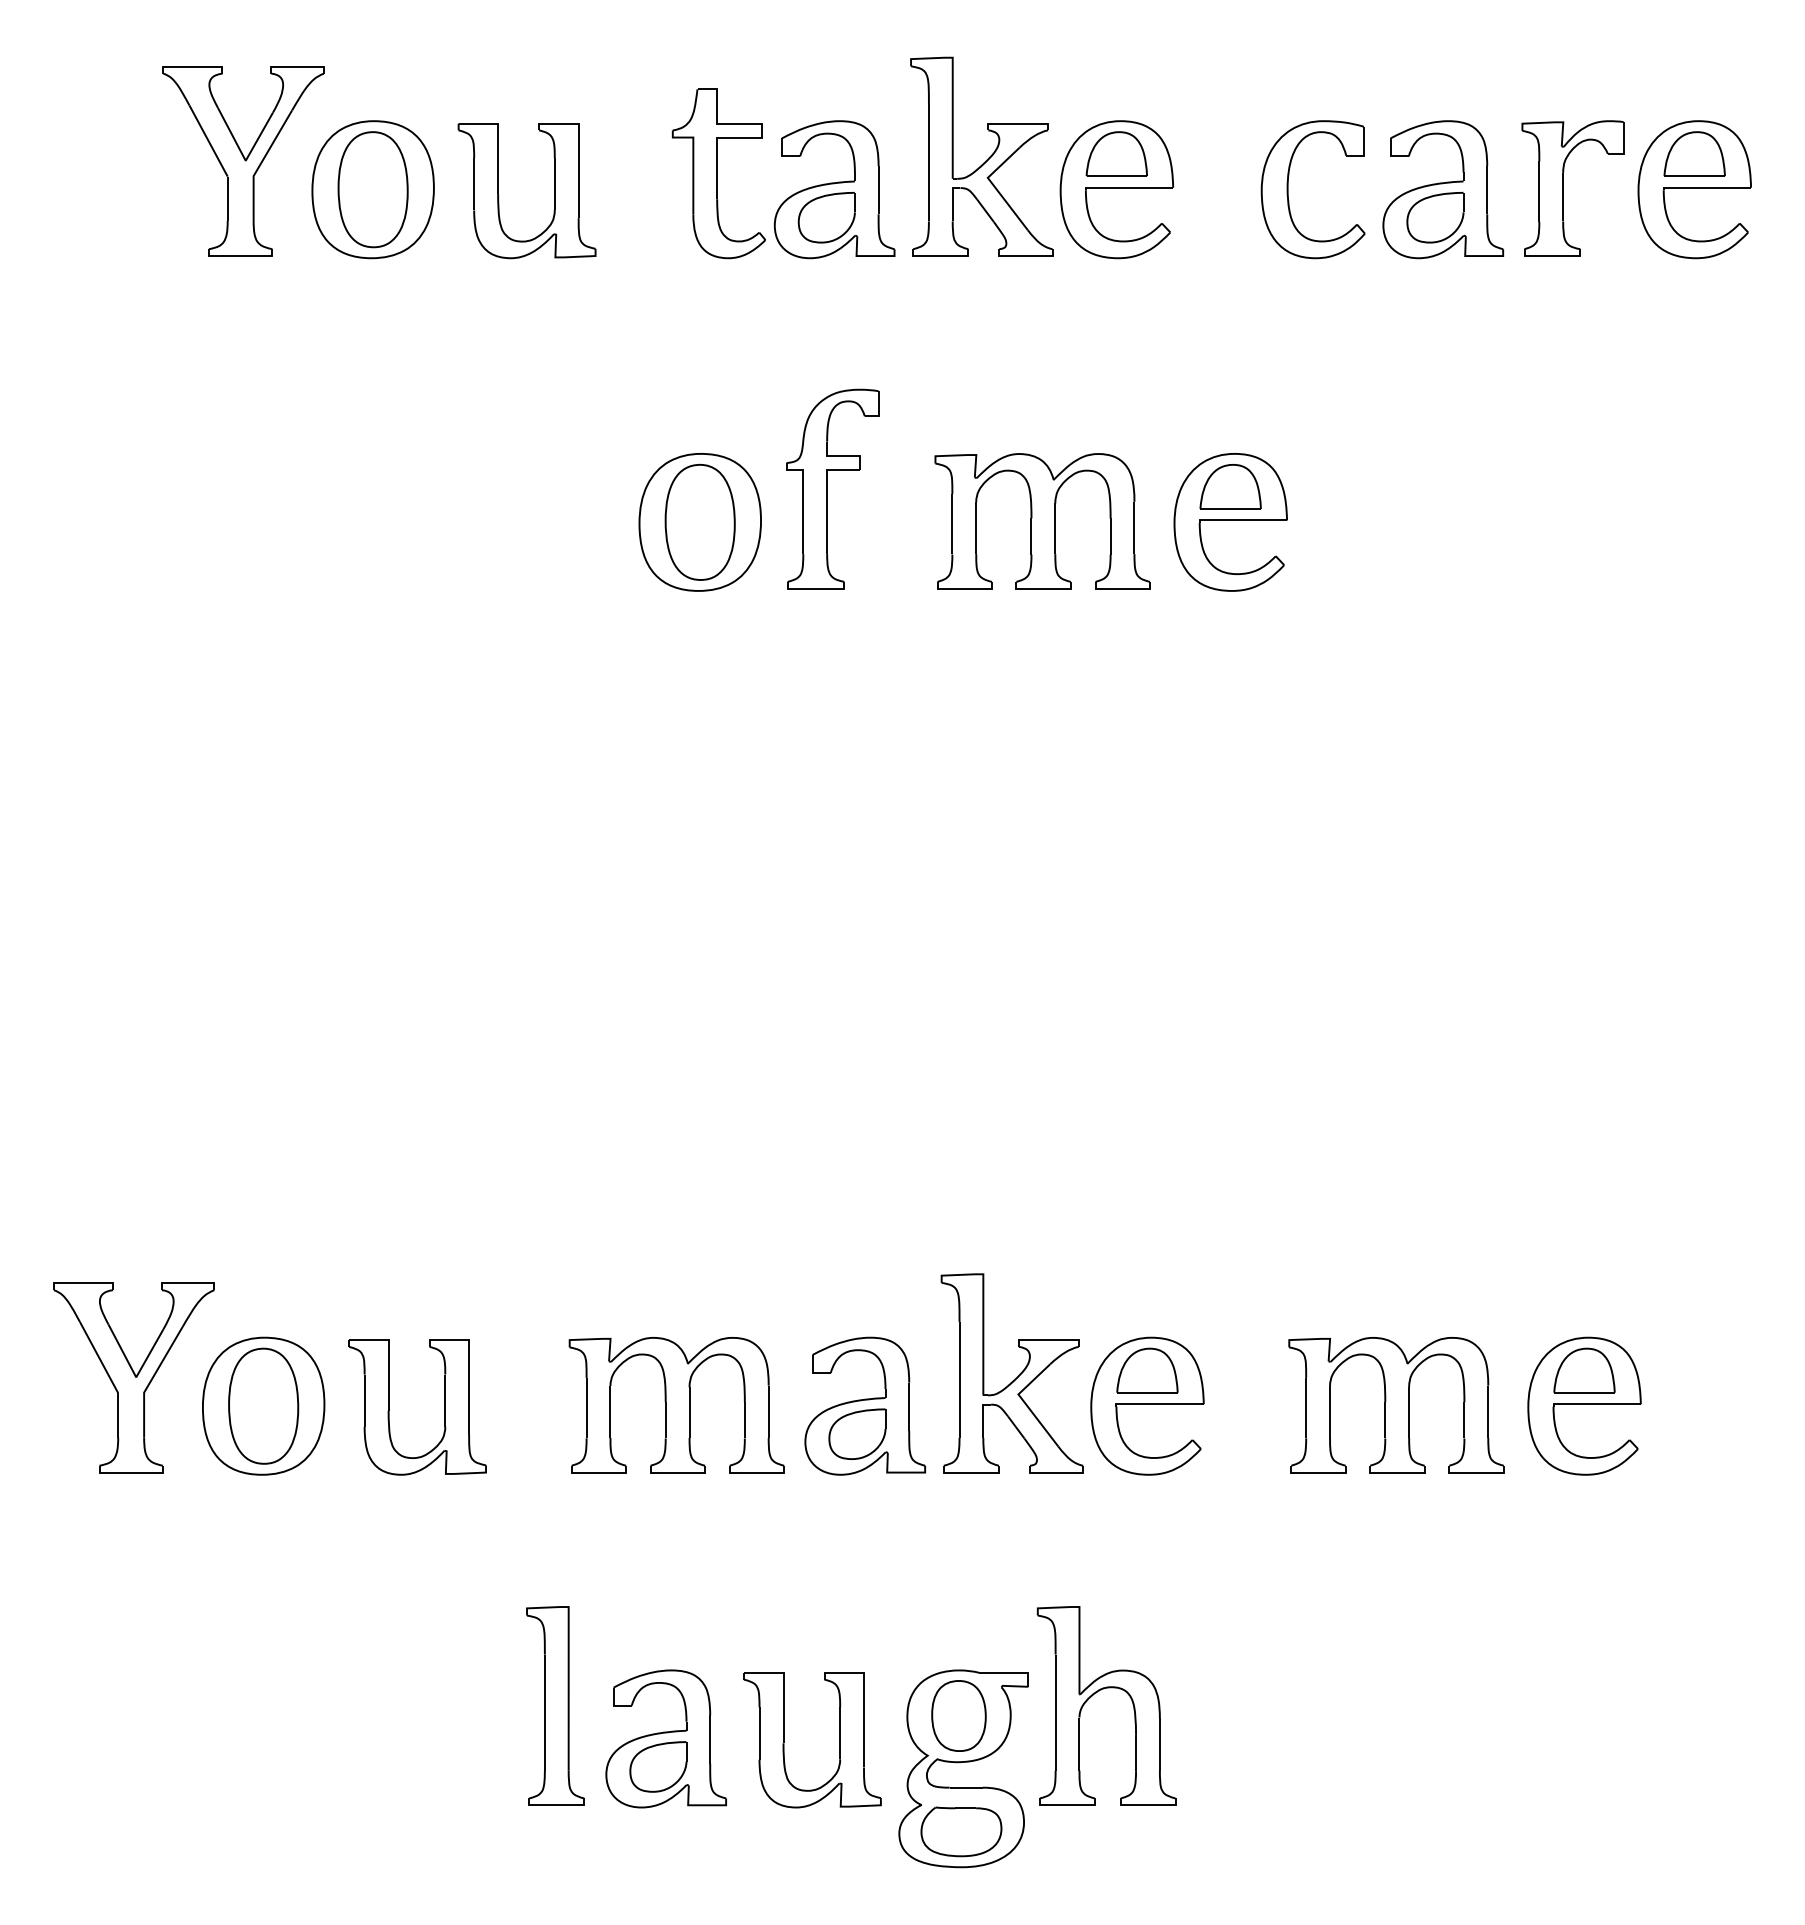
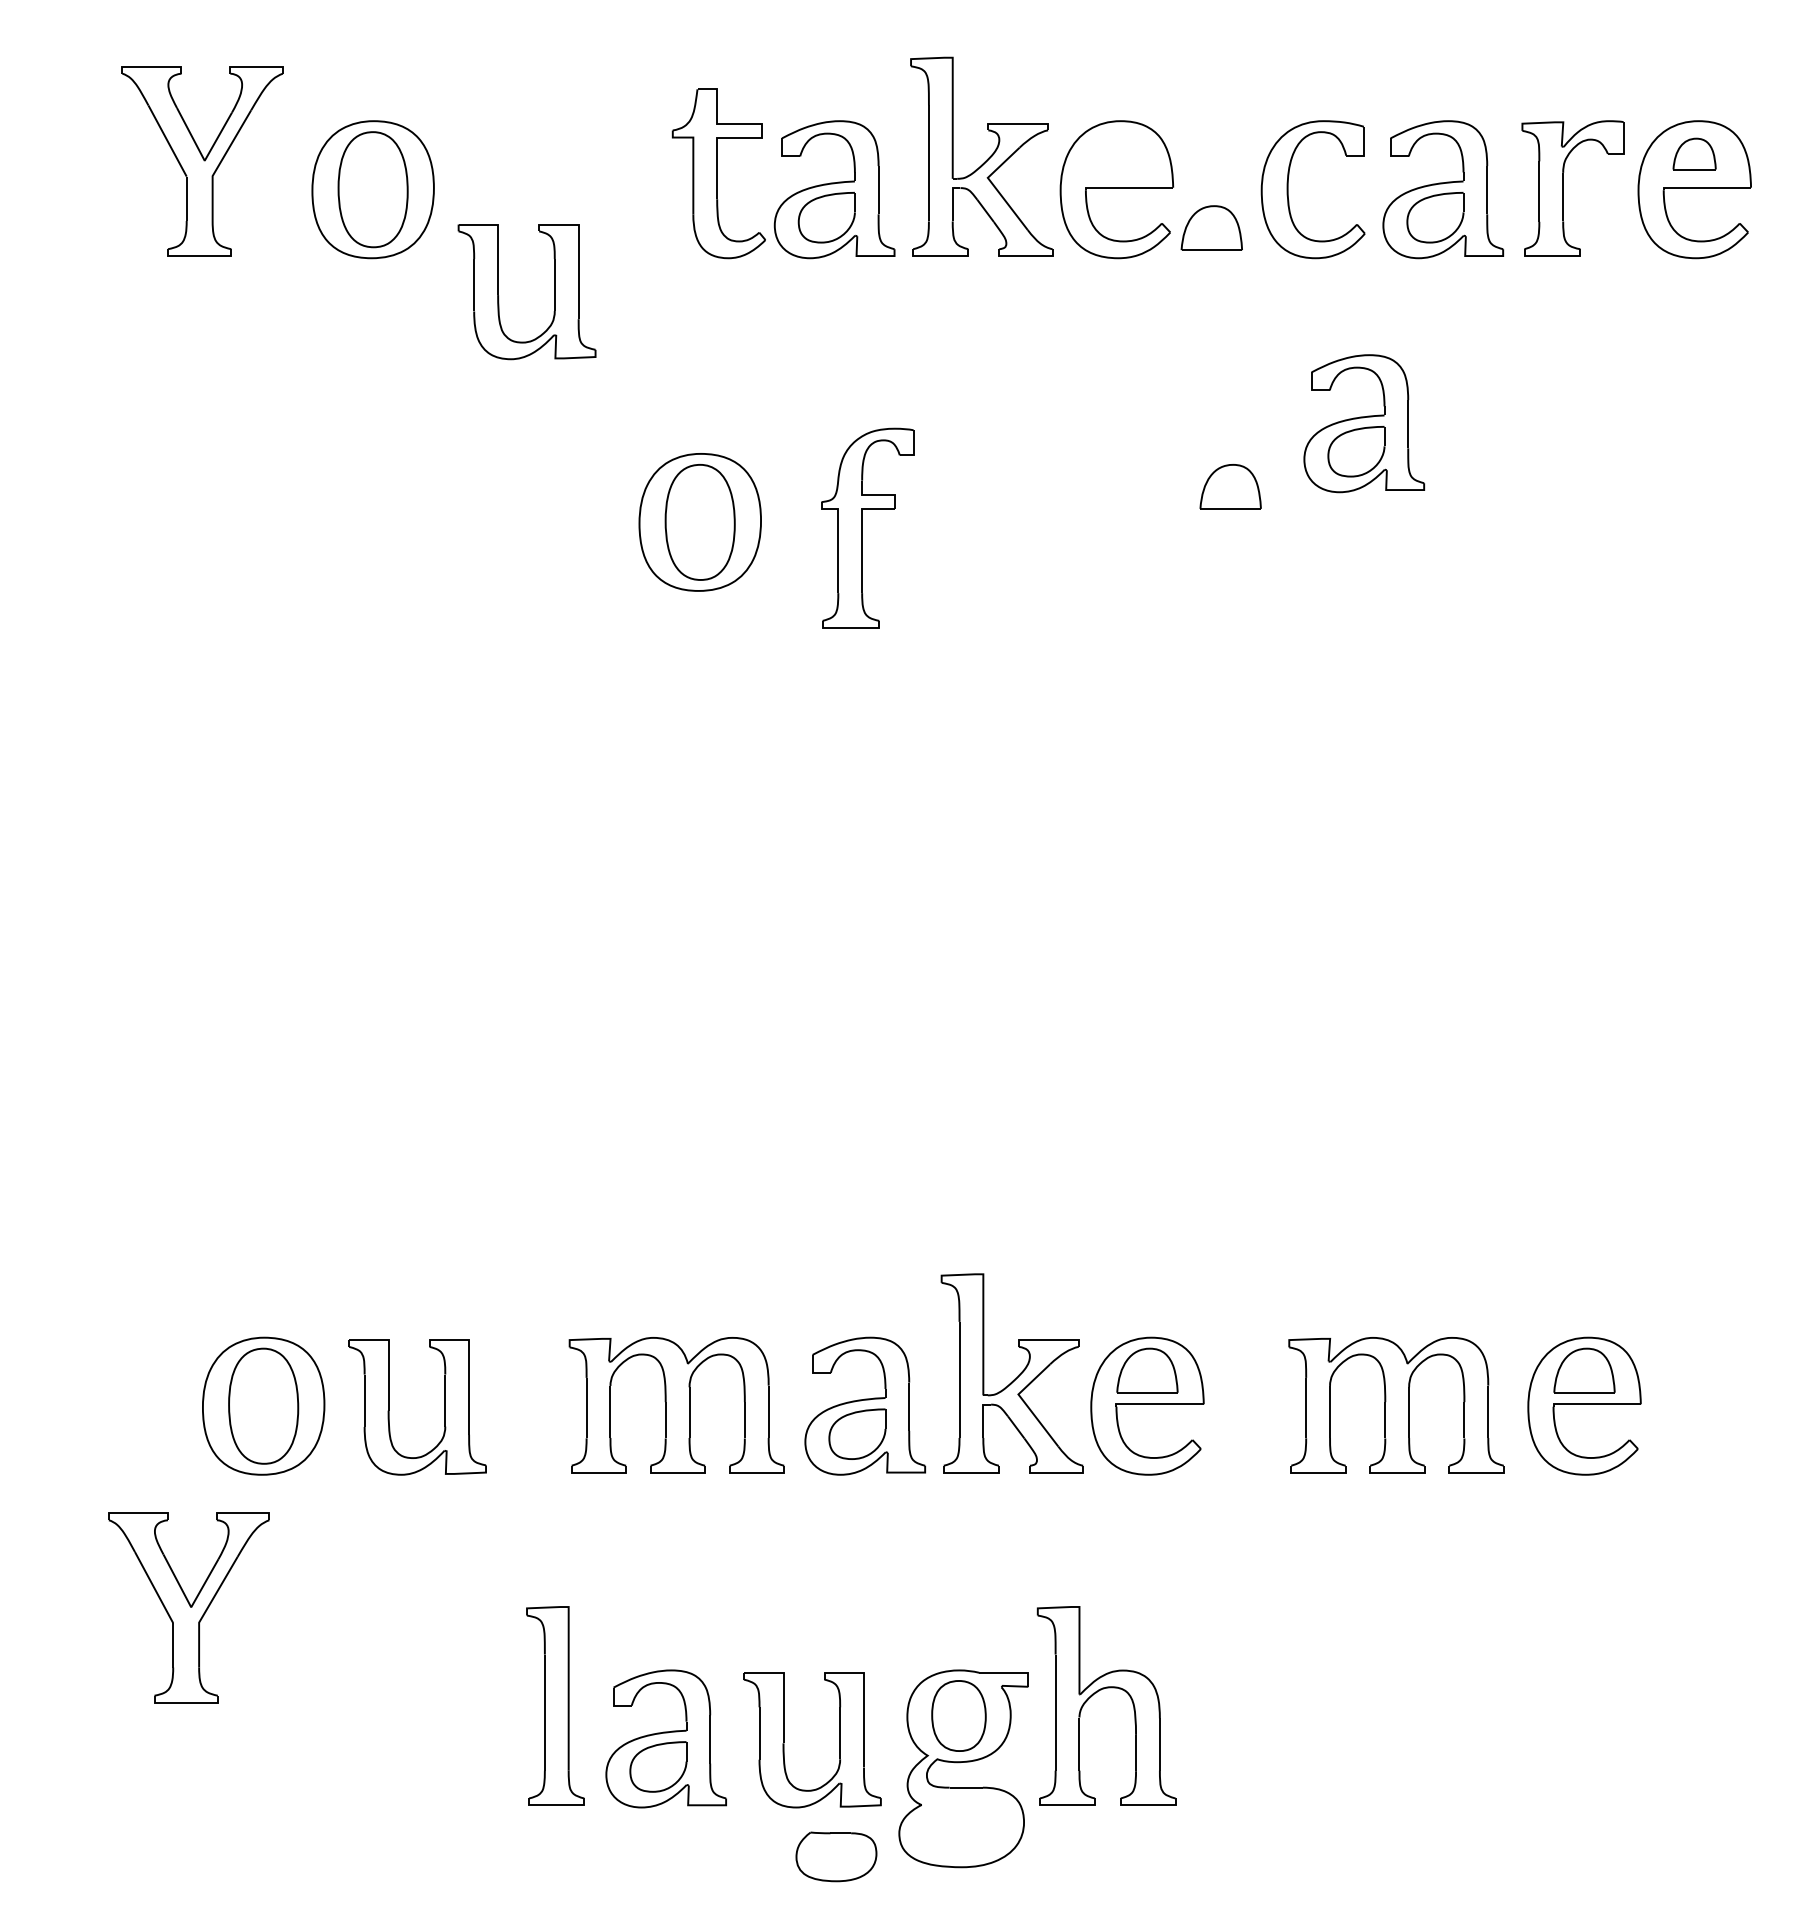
part at (1116, 153) position: (1116, 153) -> (1211, 227)
part at (1694, 153) size: 63x46 px -> 45x34 px
part at (243, 161) position: (243, 161) -> (202, 161)
part at (499, 198) position: (499, 198) -> (499, 299)
part at (1364, 423): none -> present
part at (832, 488) position: (832, 488) -> (867, 527)
part at (1042, 521): present -> none
part at (1230, 522): present -> none
part at (133, 1377) position: (133, 1377) -> (188, 1607)
part at (961, 1831) position: (961, 1831) -> (836, 1856)
